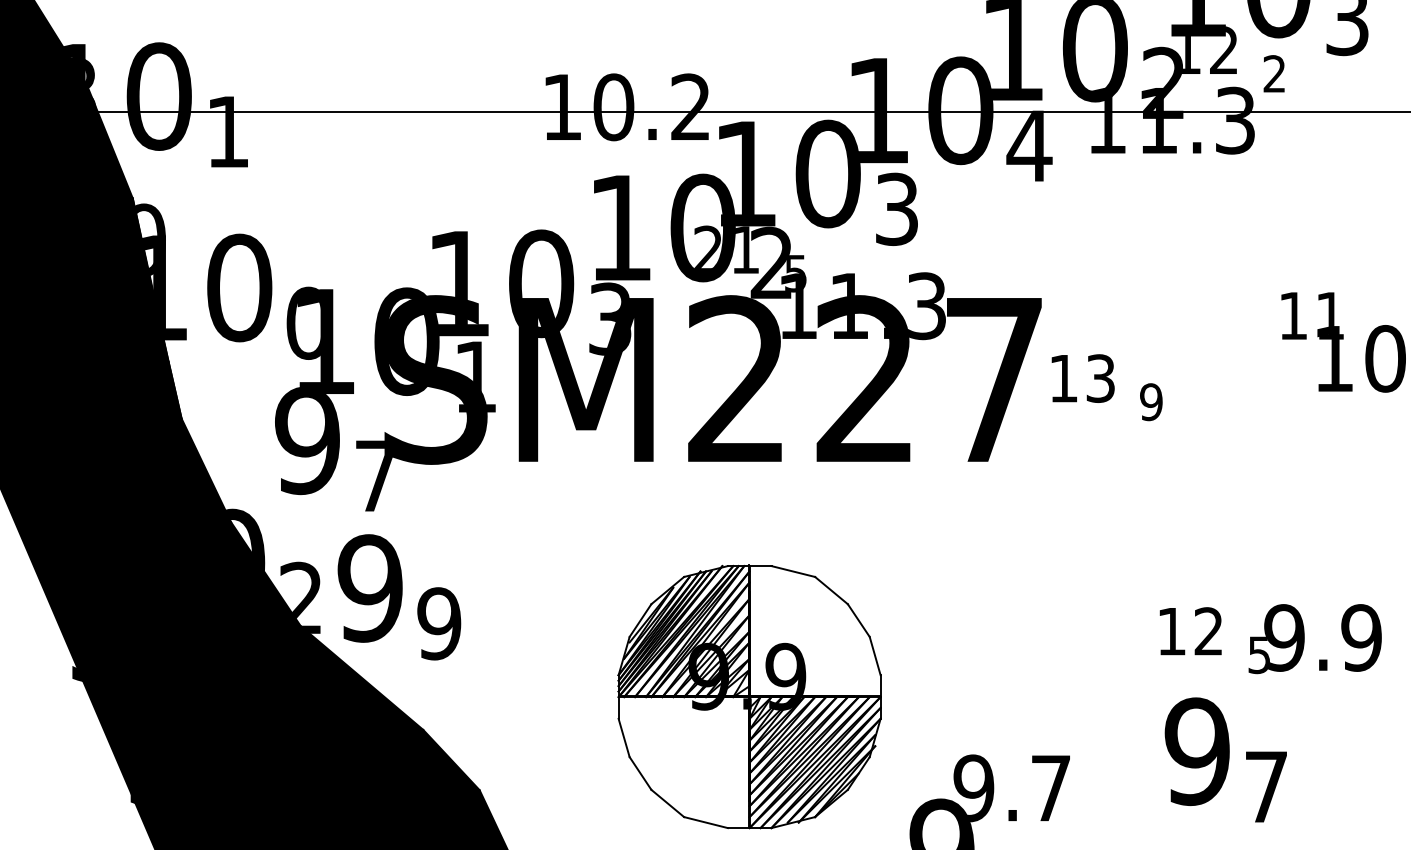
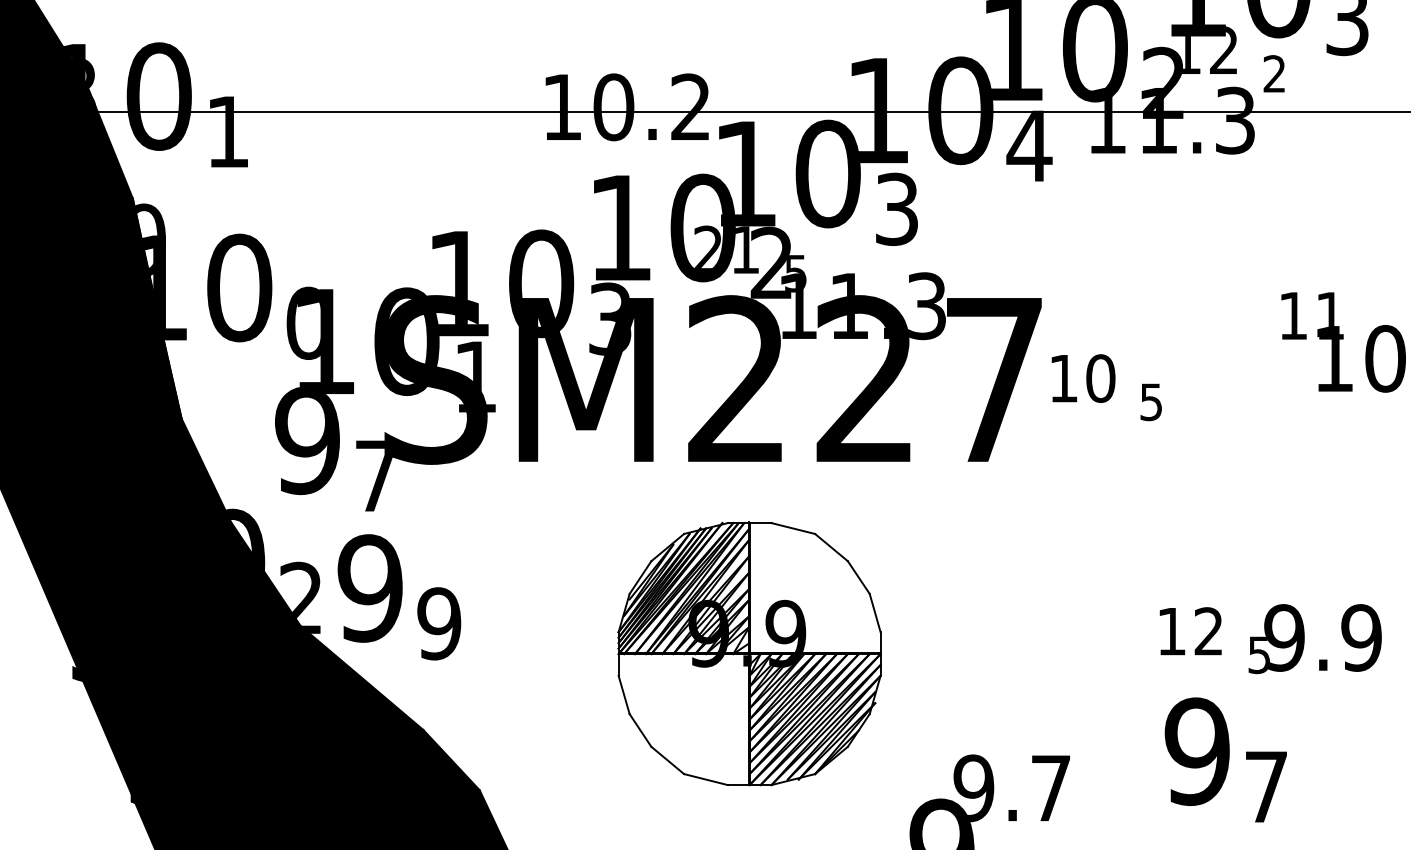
text at (1100, 378): 13 -> 10
text at (1151, 401): 9 -> 5
part at (749, 696) position: (749, 696) -> (749, 653)
